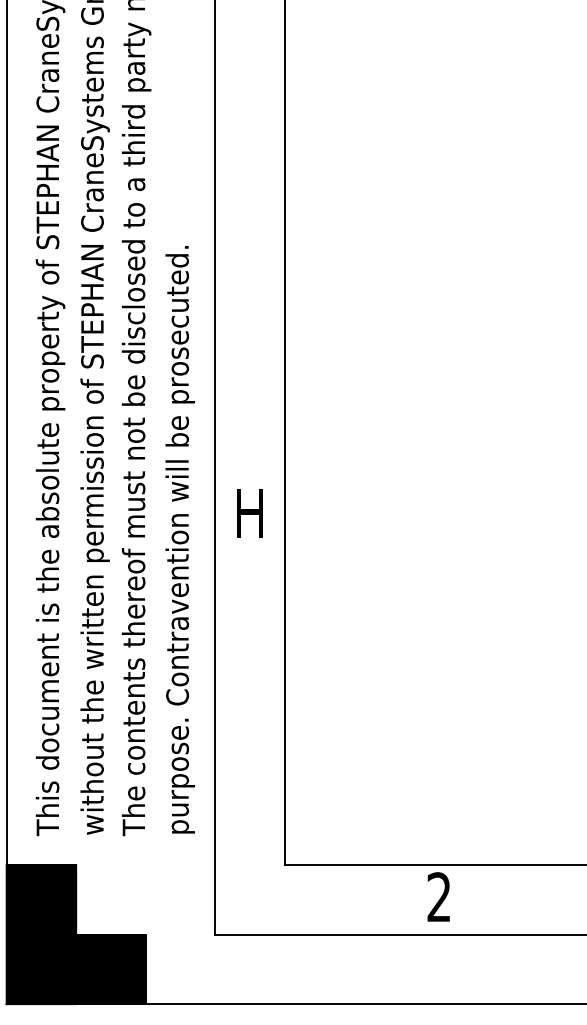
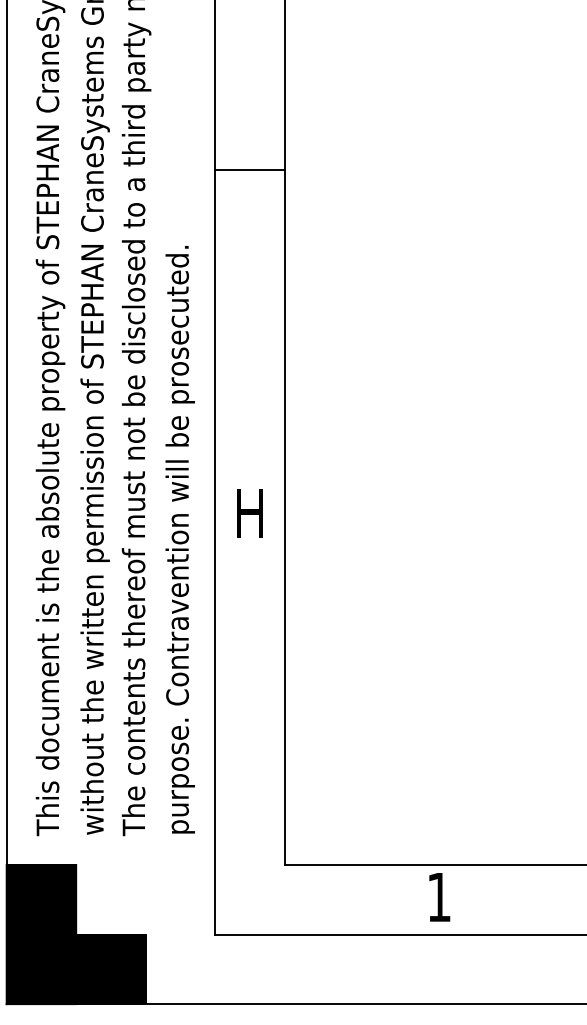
line at (249, 170): none -> present
text at (438, 896): 2 -> 1
